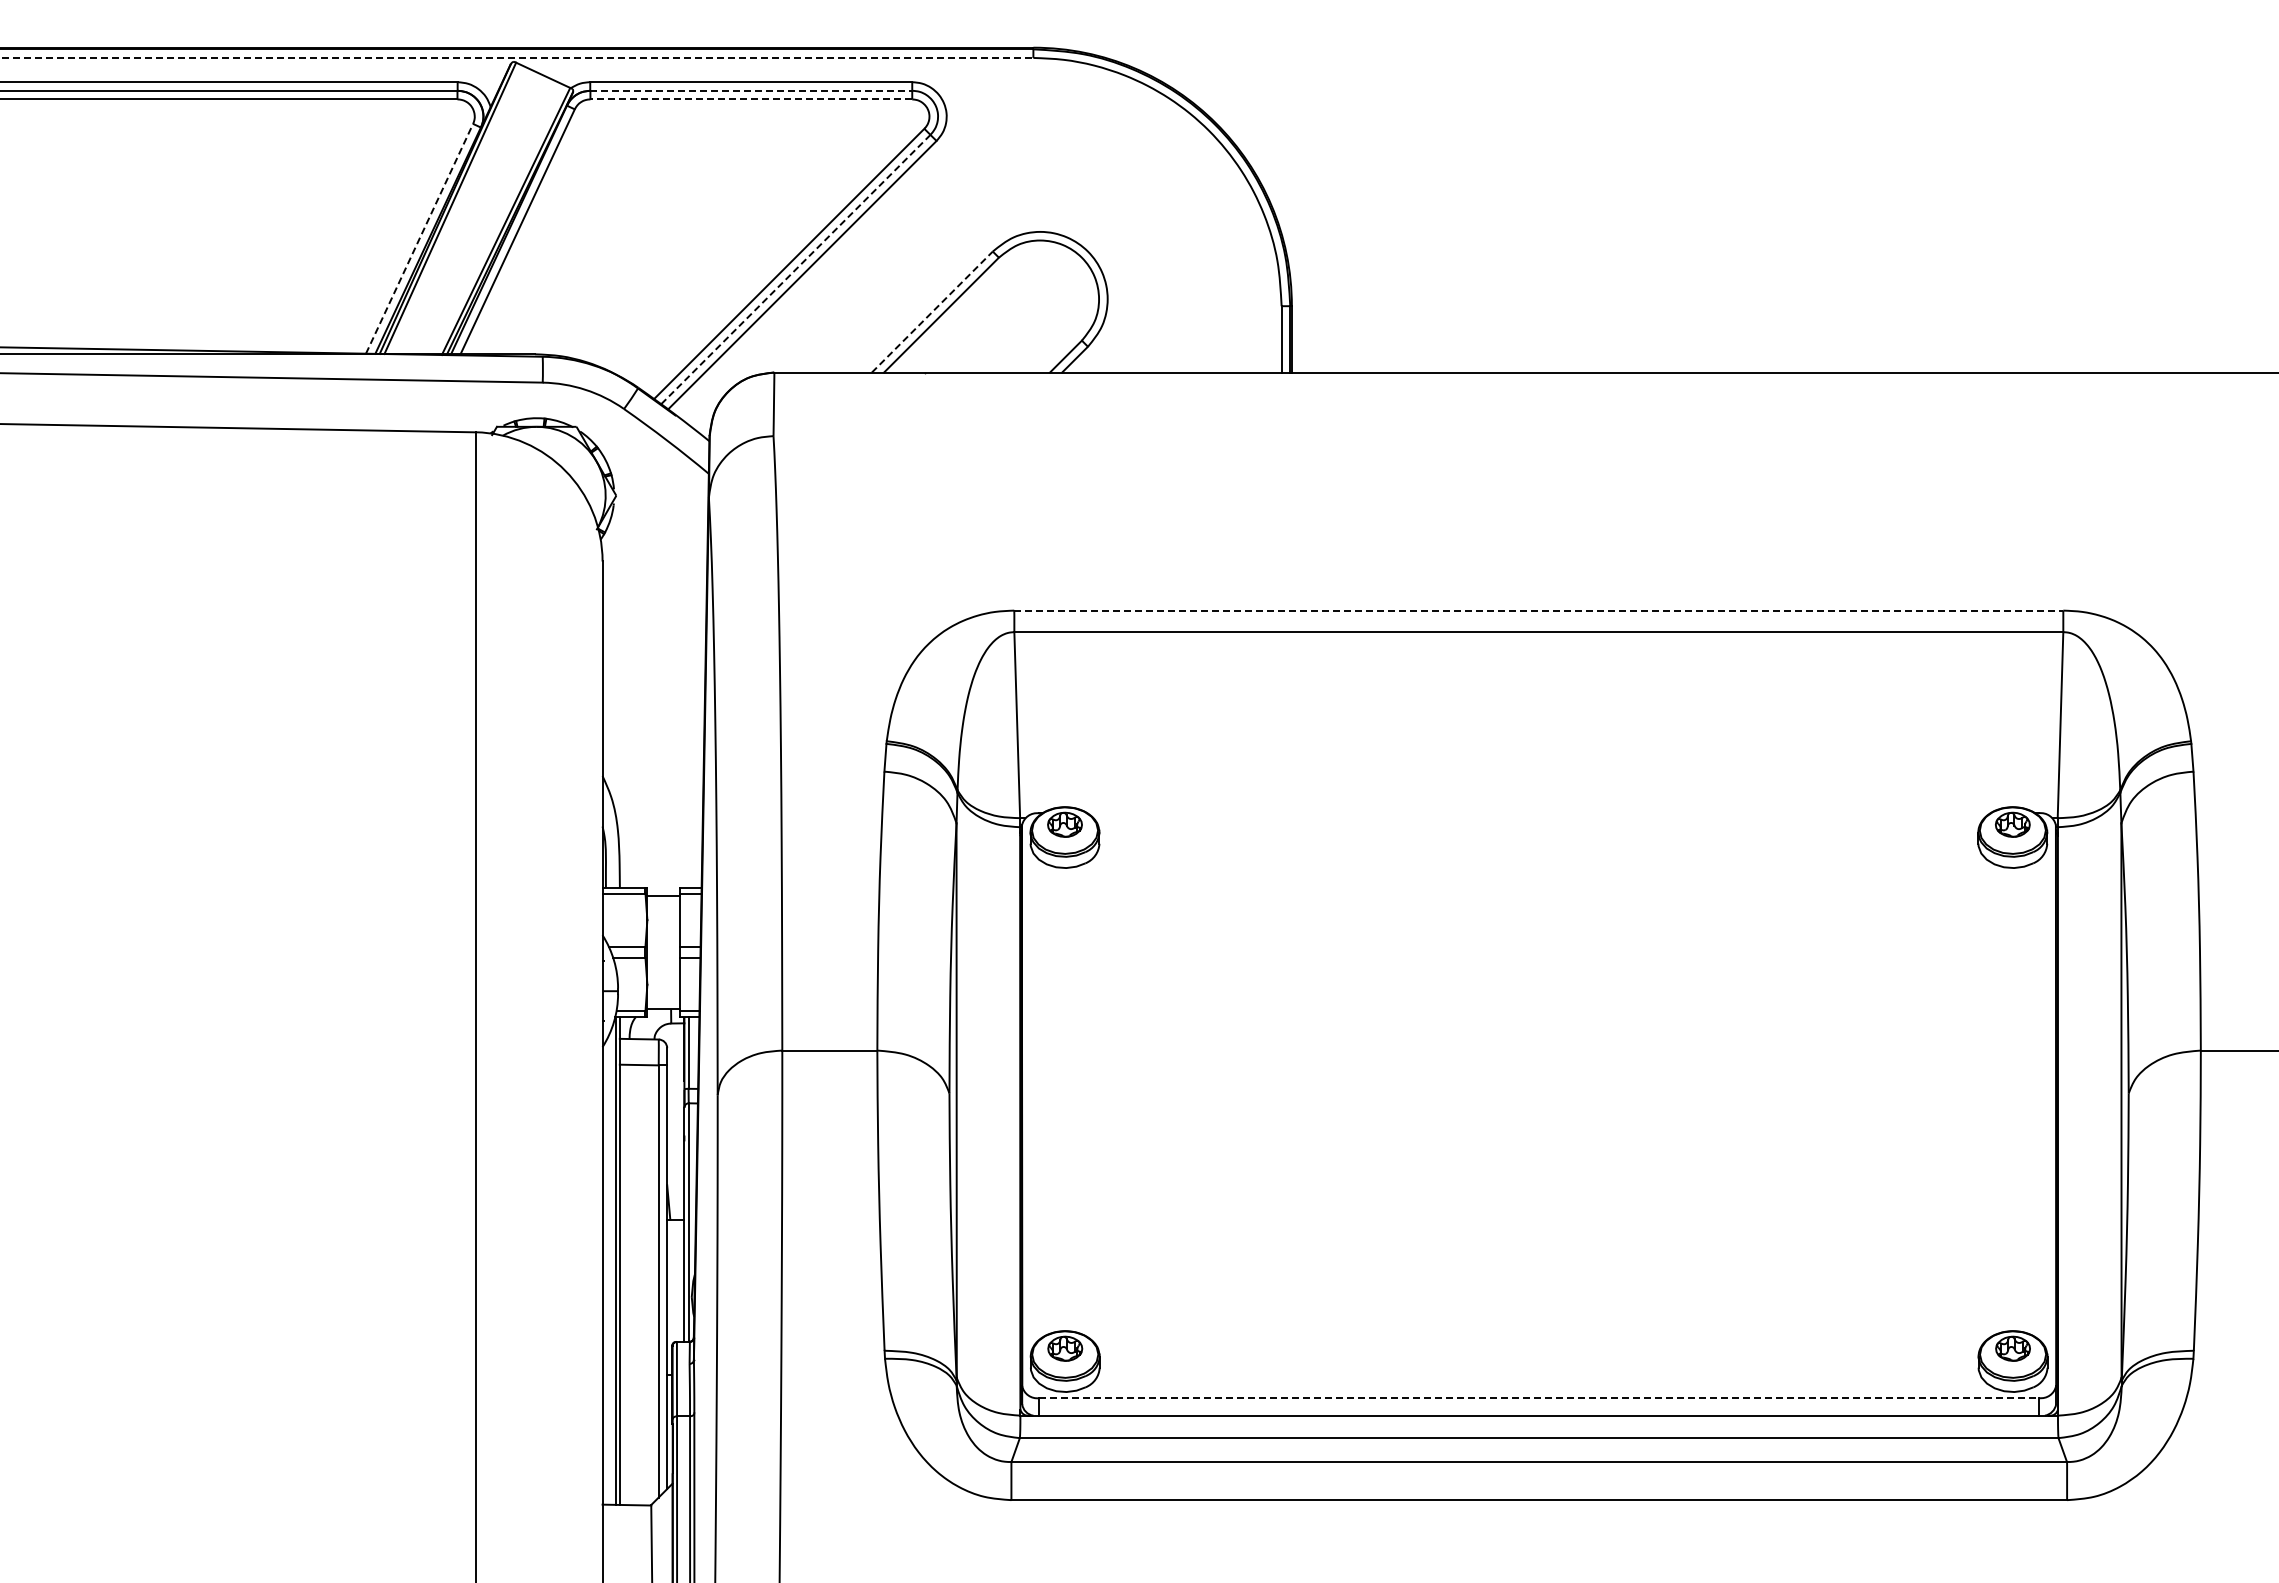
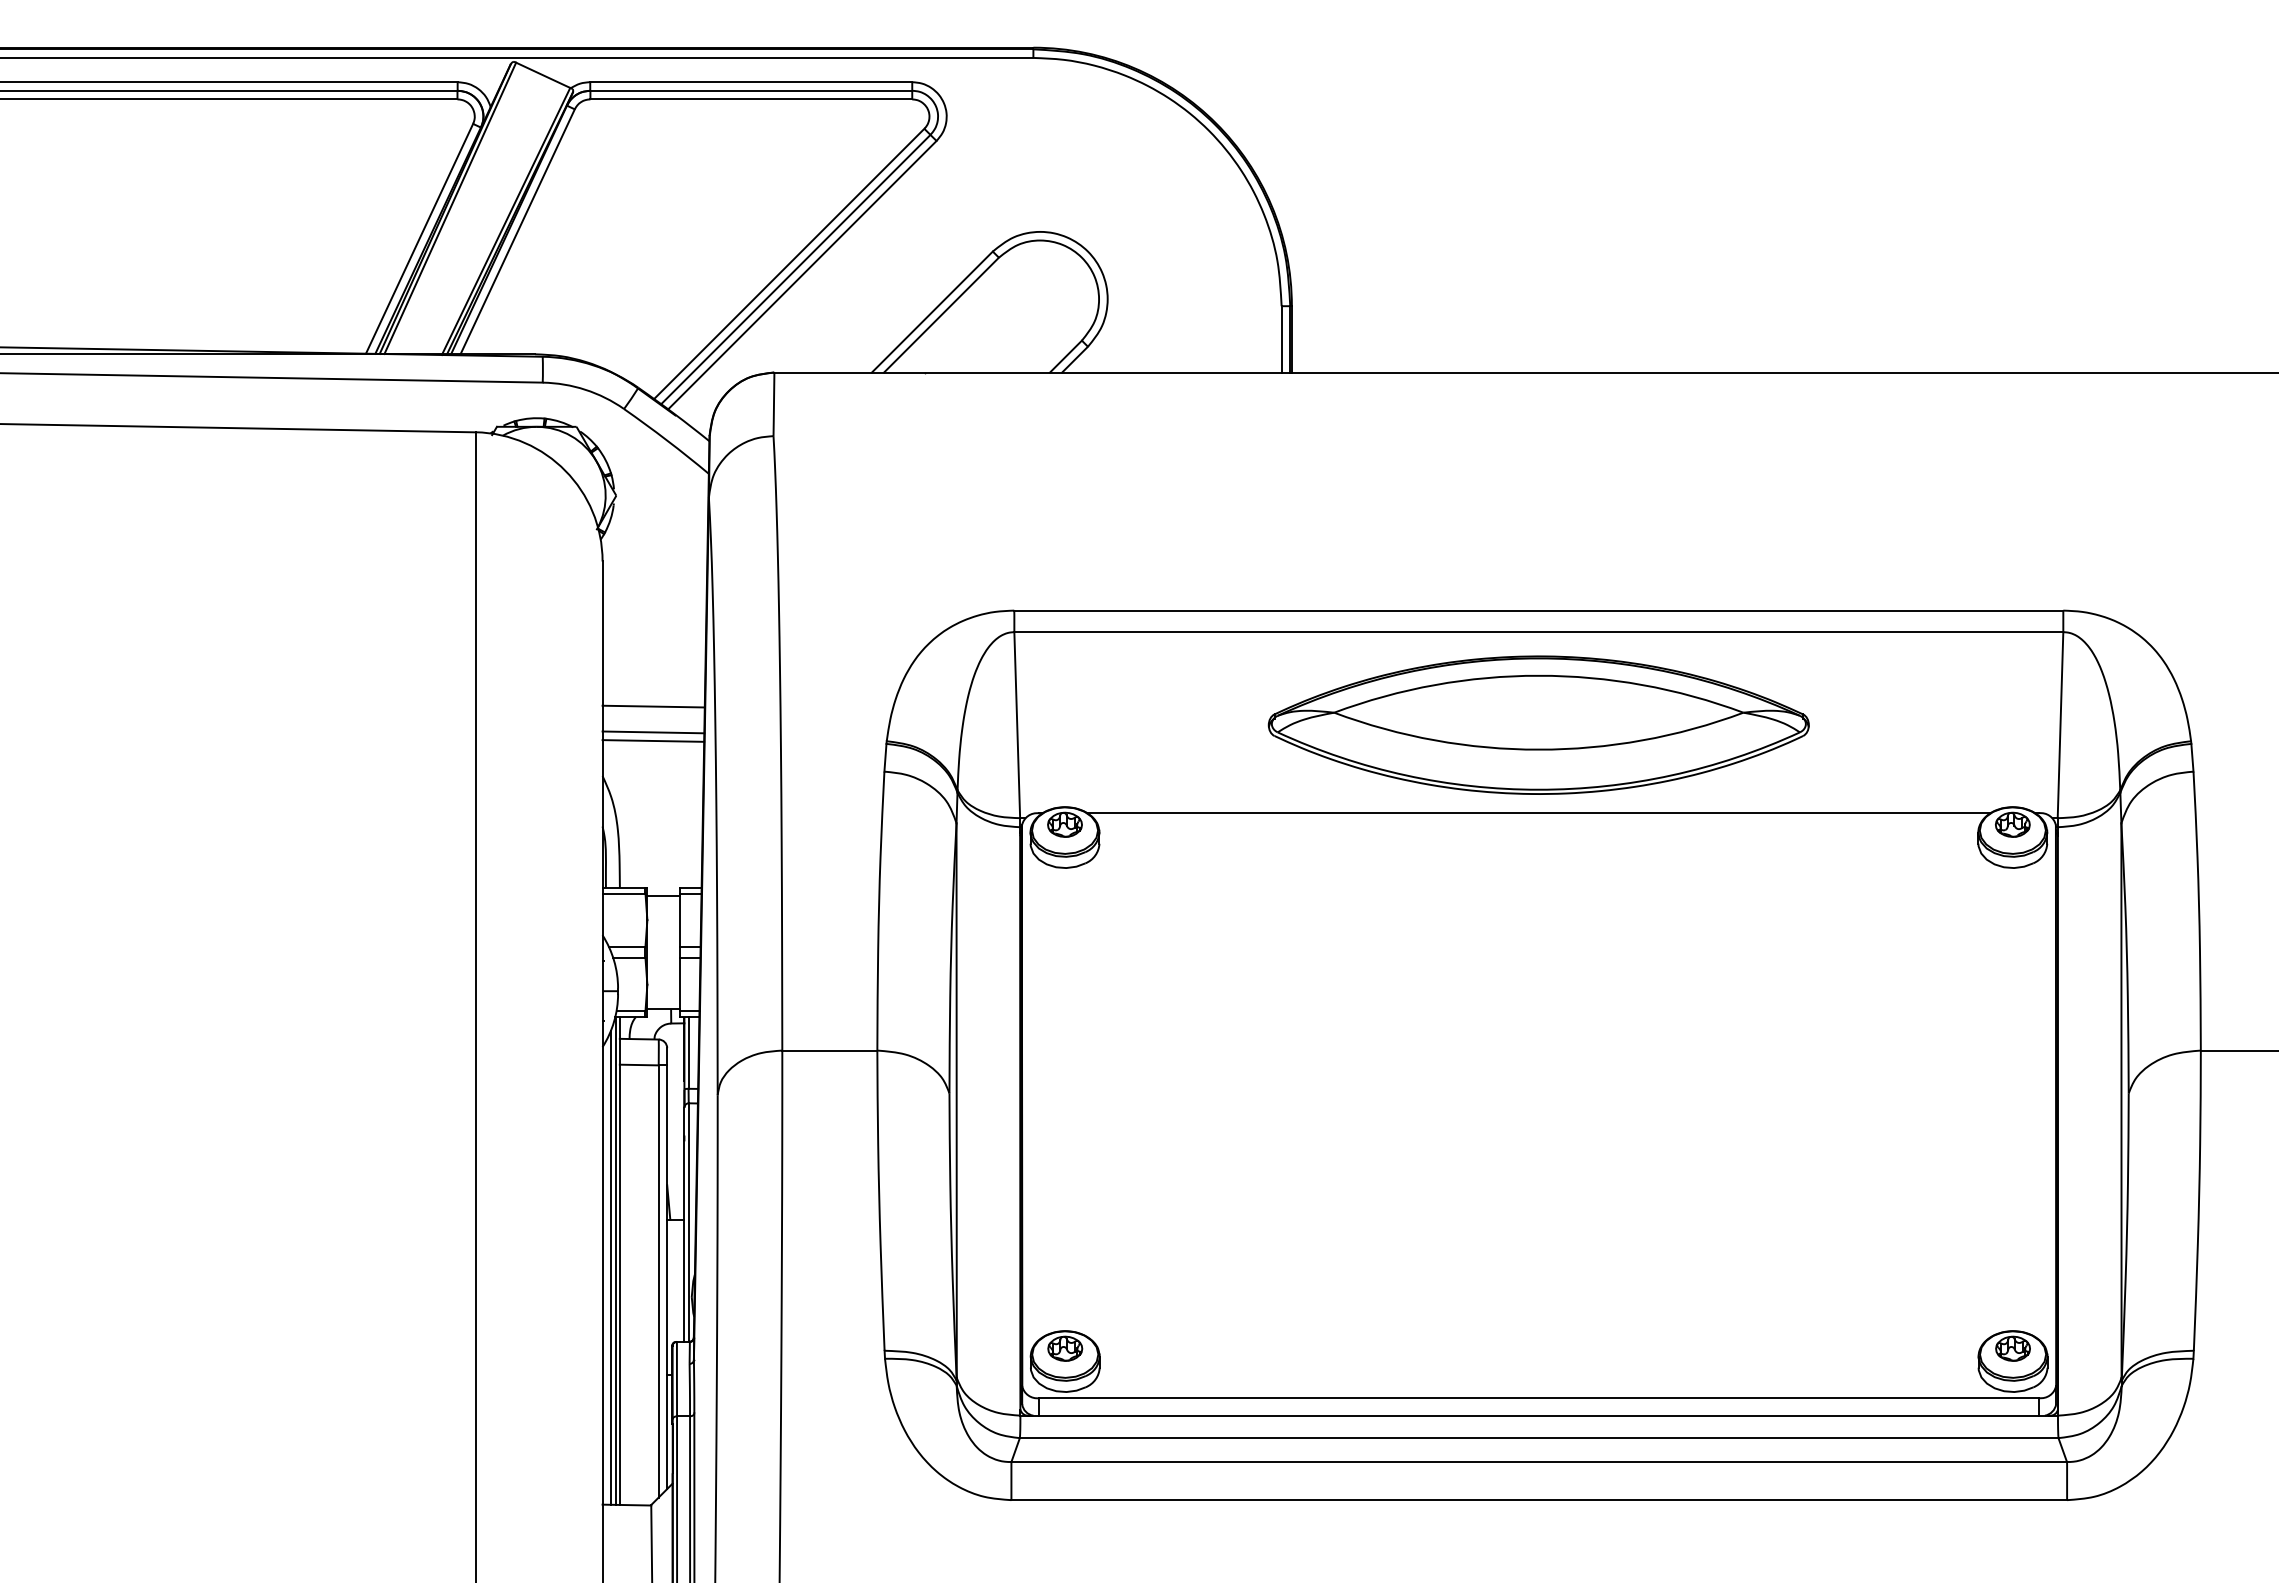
line at (516, 57): dashed -> solid
line at (751, 90): dashed -> solid
line at (751, 99): dashed -> solid
line at (419, 238): dashed -> solid
line at (796, 269): dashed -> solid
line at (932, 312): dashed -> solid
line at (1538, 610): dashed -> solid
line at (653, 706): none -> present
part at (1538, 724): none -> present
line at (653, 732): none -> present
line at (653, 740): none -> present
line at (1538, 813): none -> present
line at (611, 1267): none -> present
line at (1539, 1398): dashed -> solid
